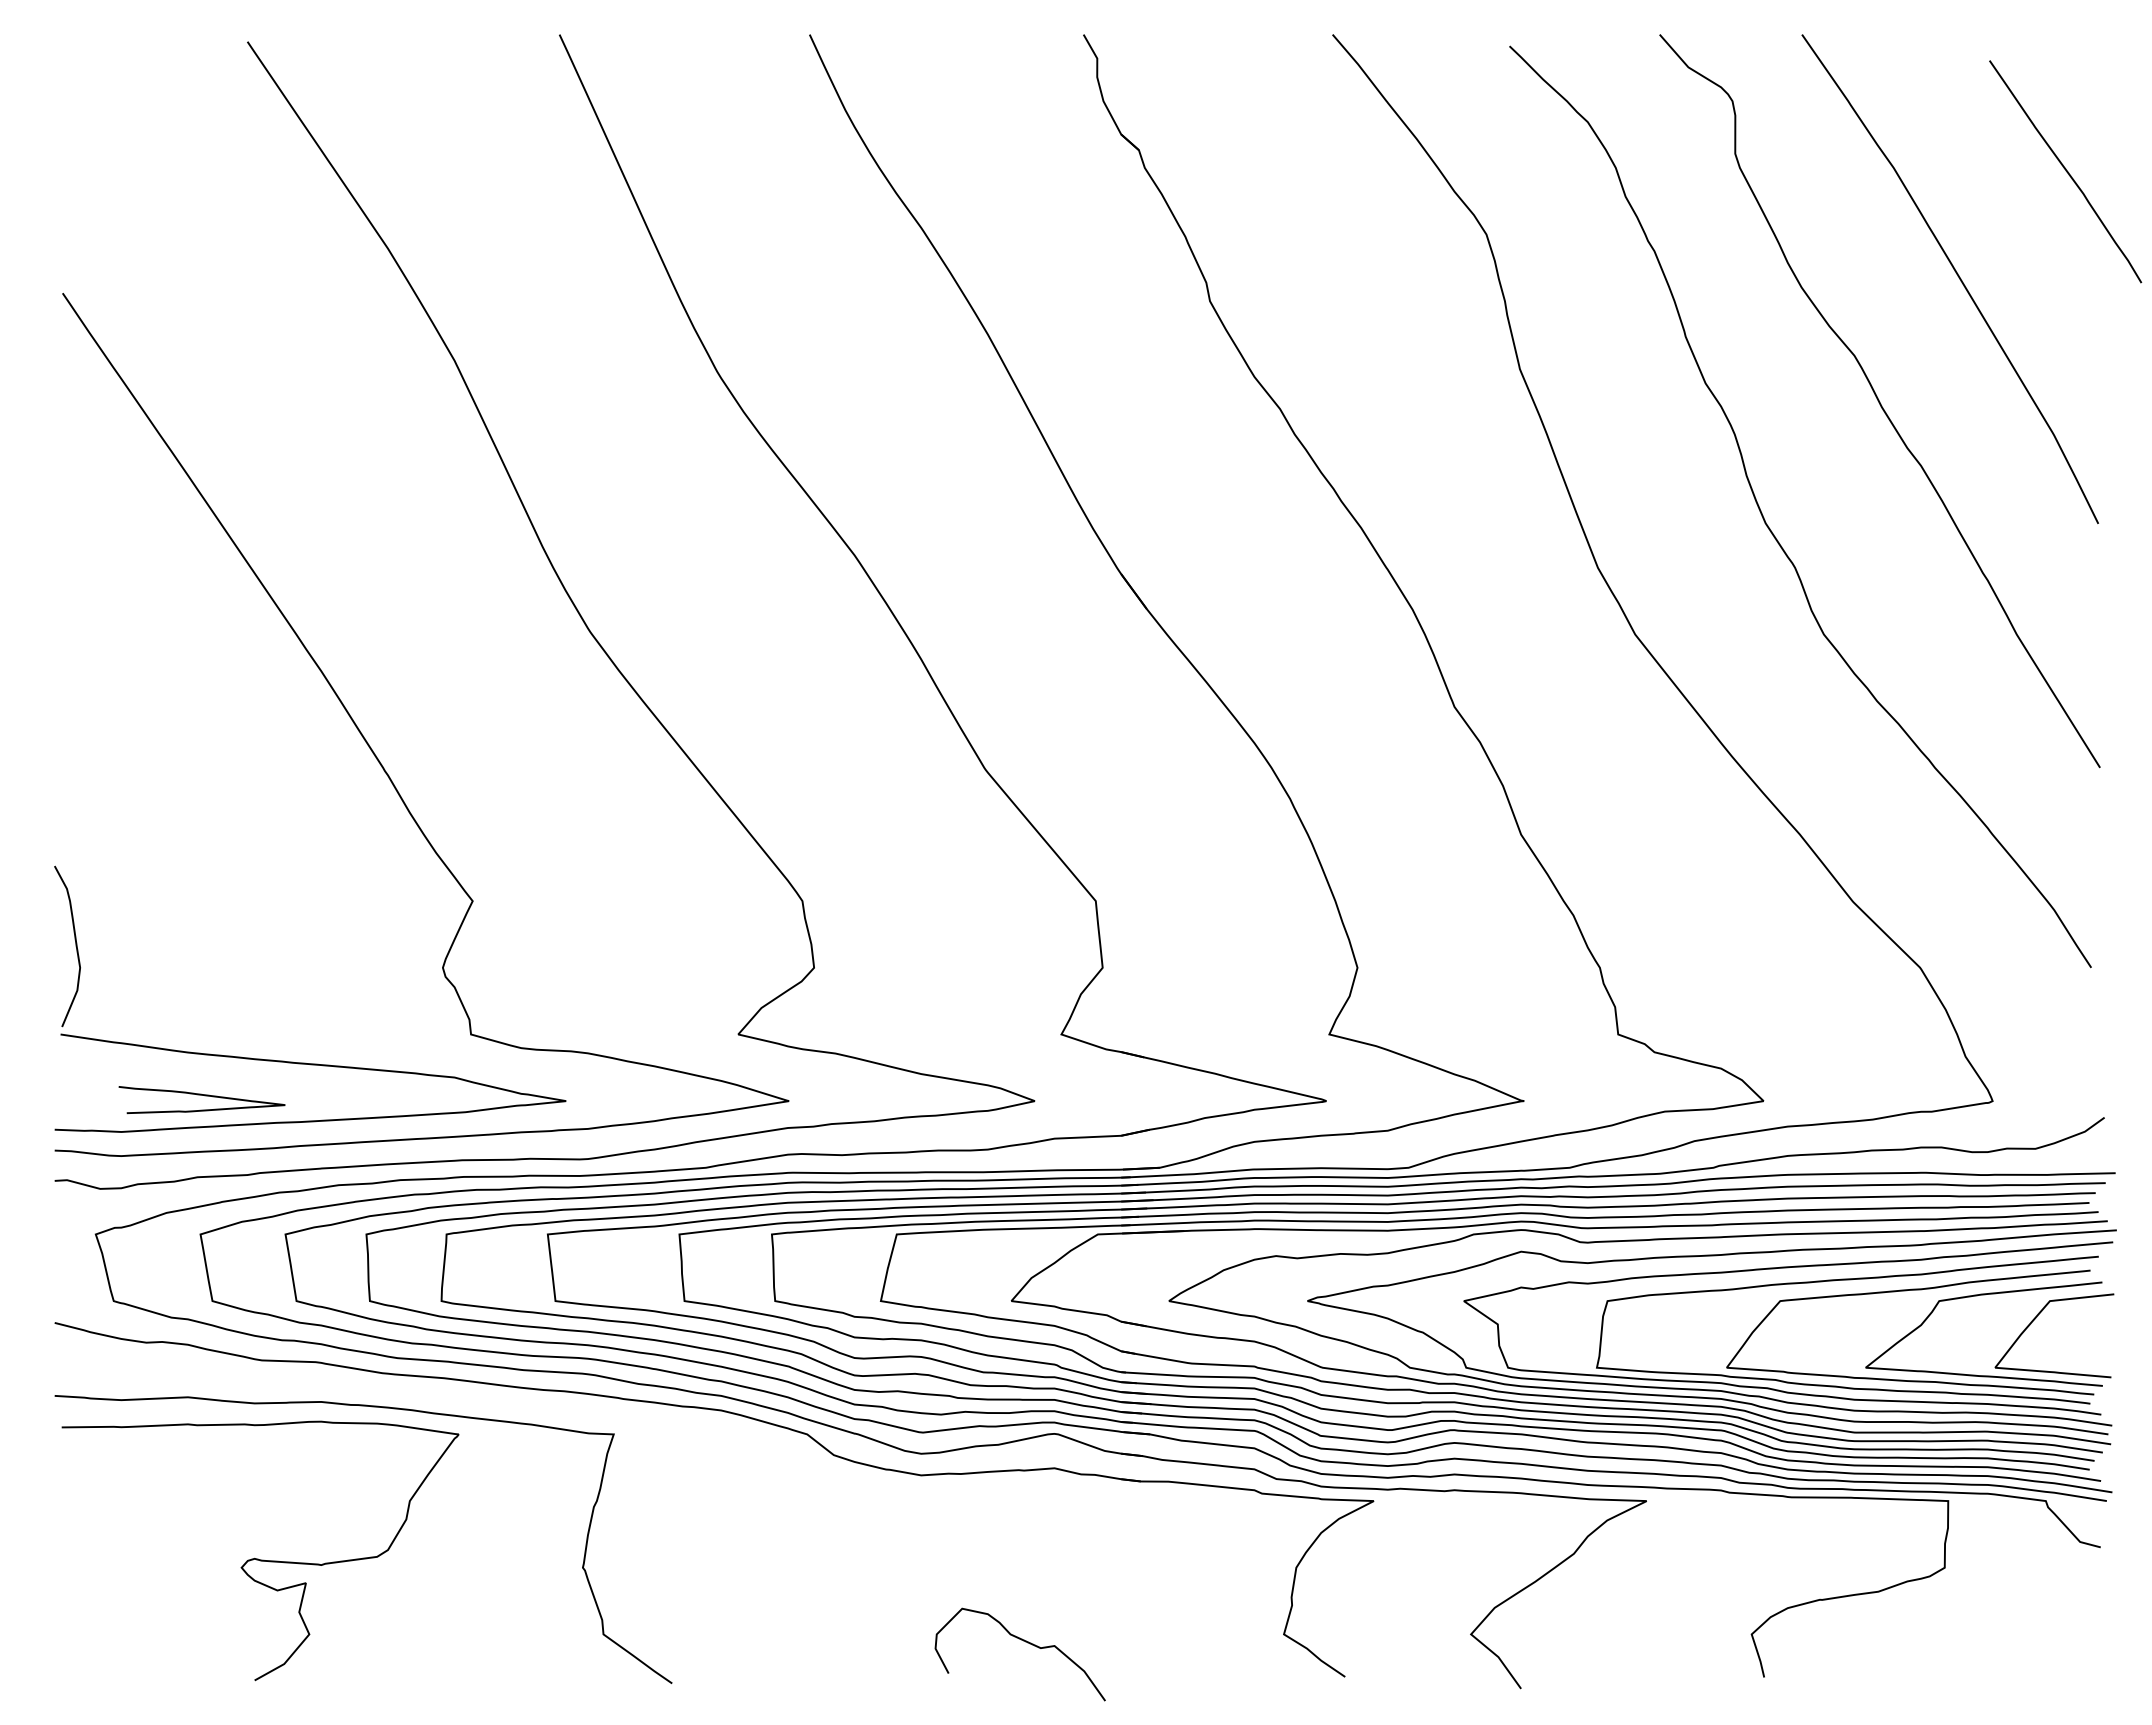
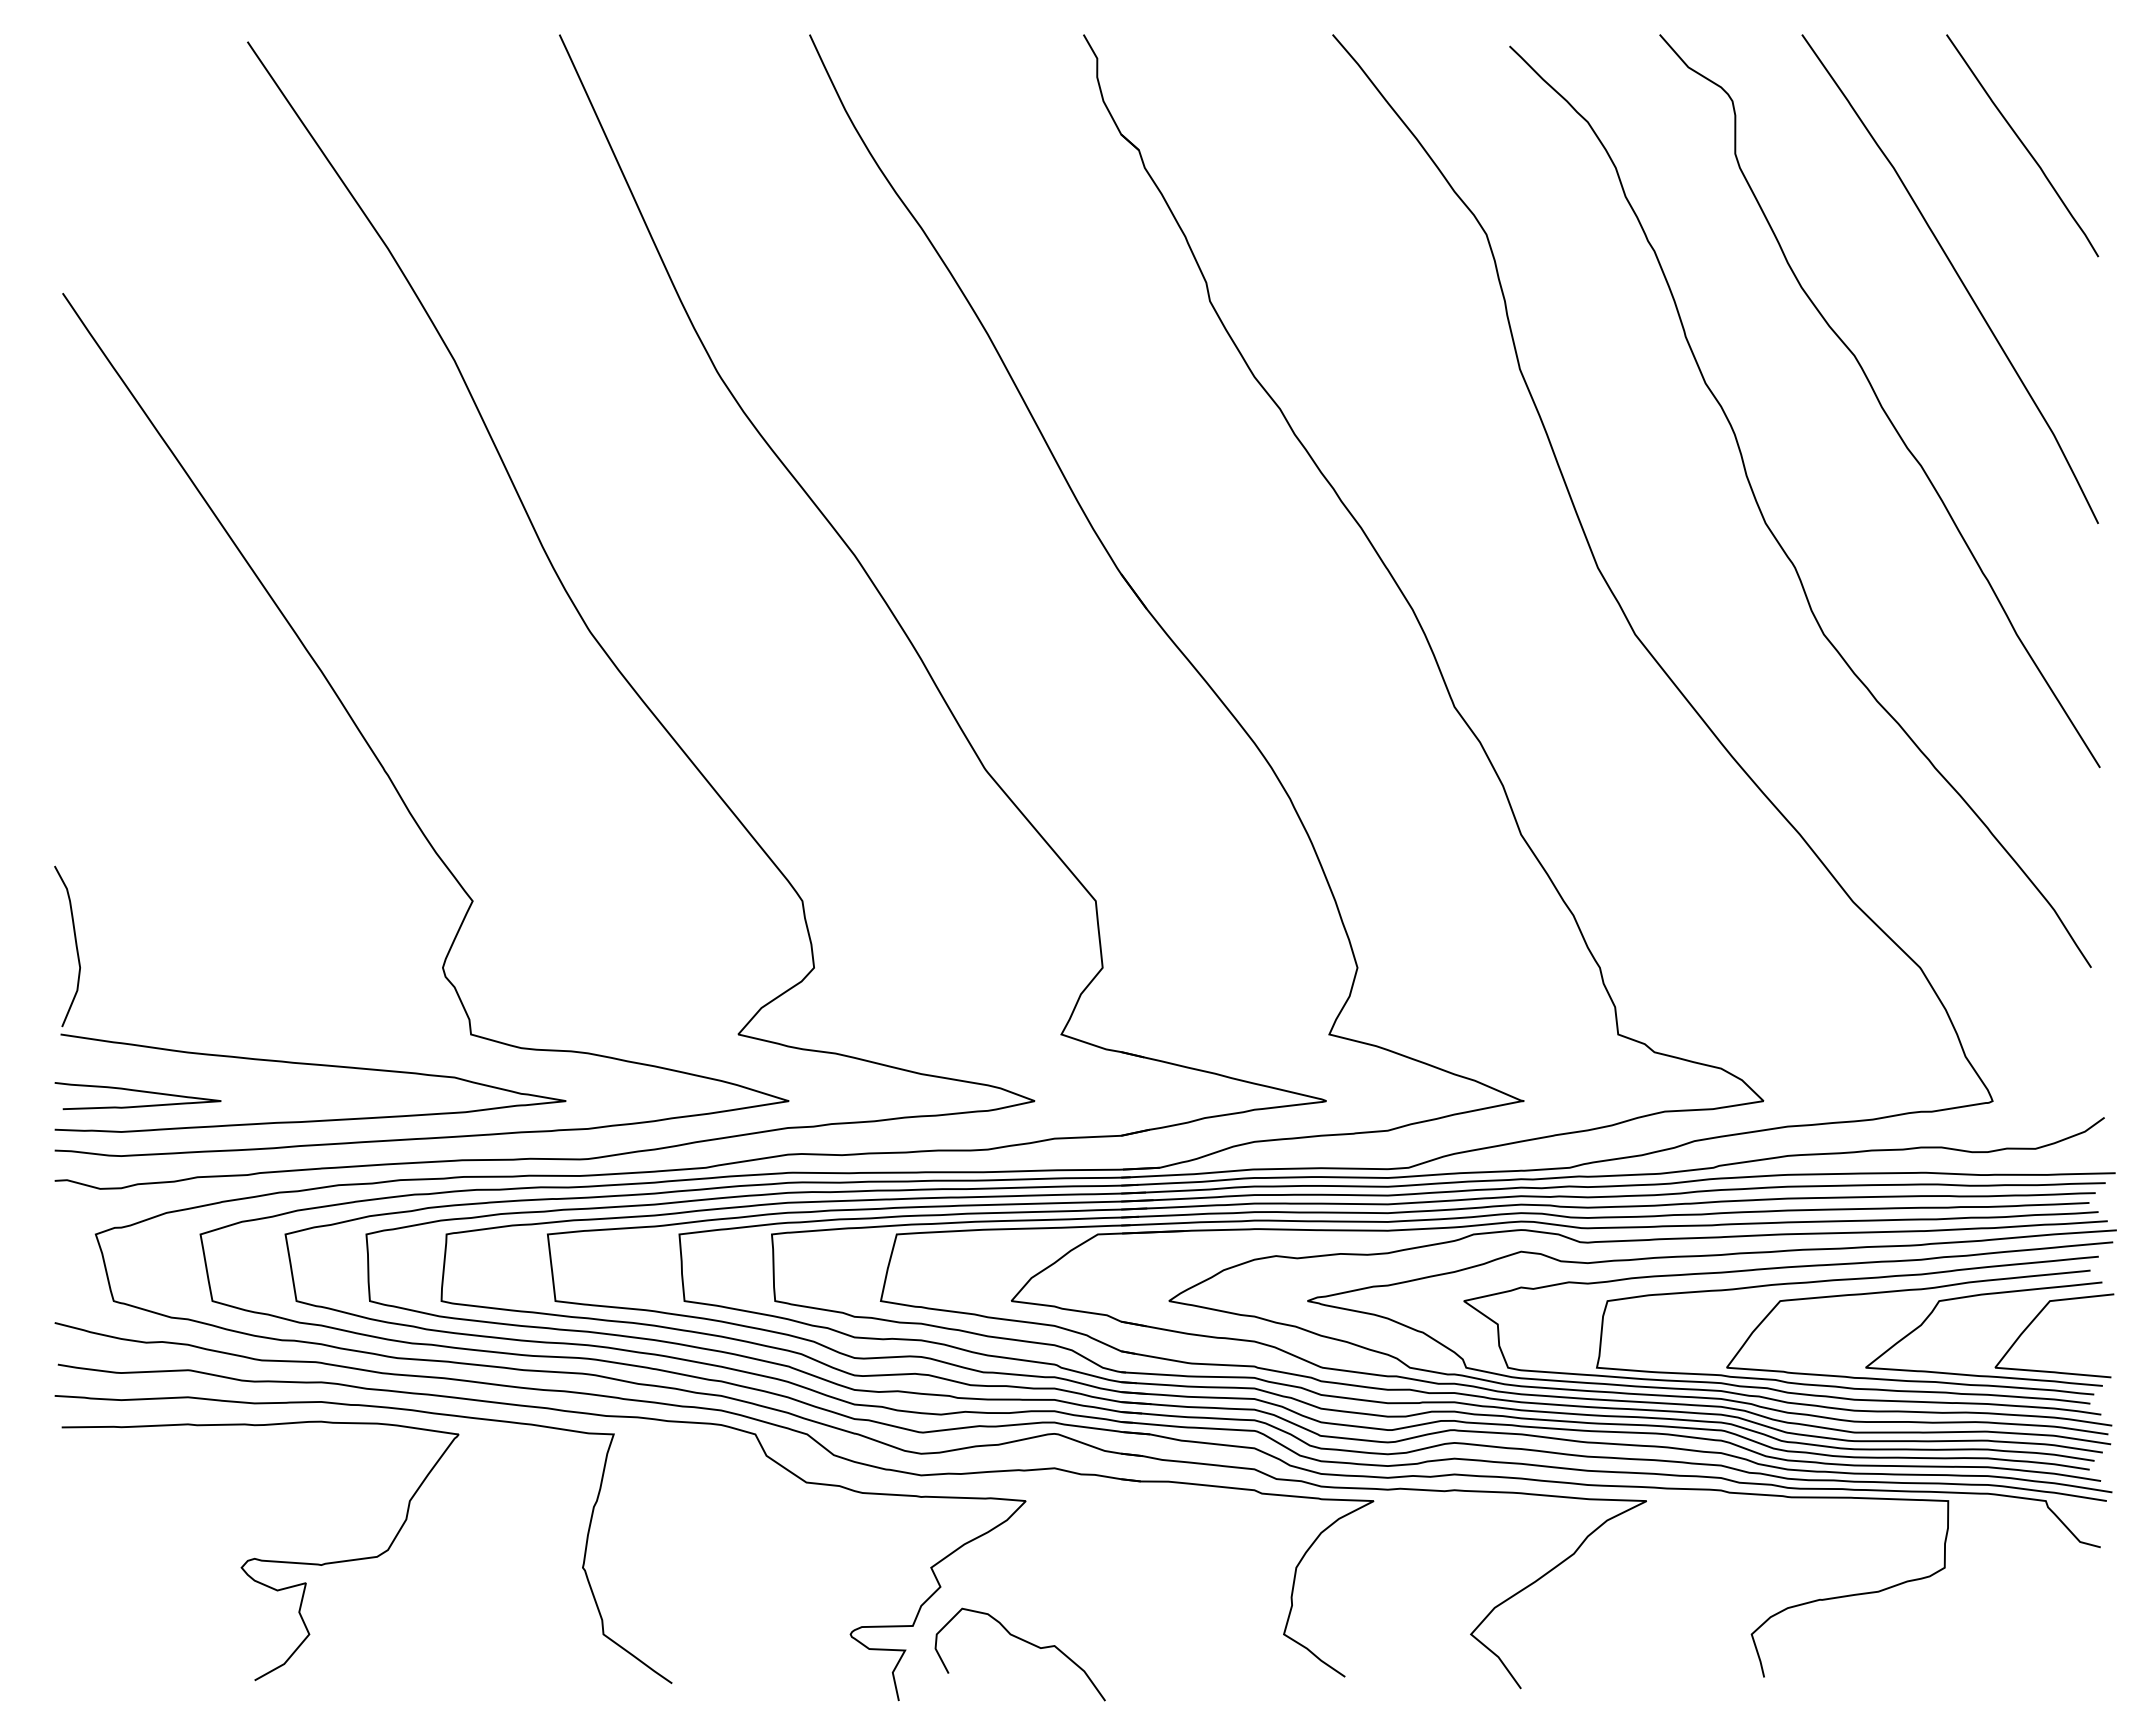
curve at (2065, 170) position: (2065, 170) -> (2022, 144)
curve at (201, 1095) position: (201, 1095) -> (137, 1091)
curve at (559, 1411): none -> present
